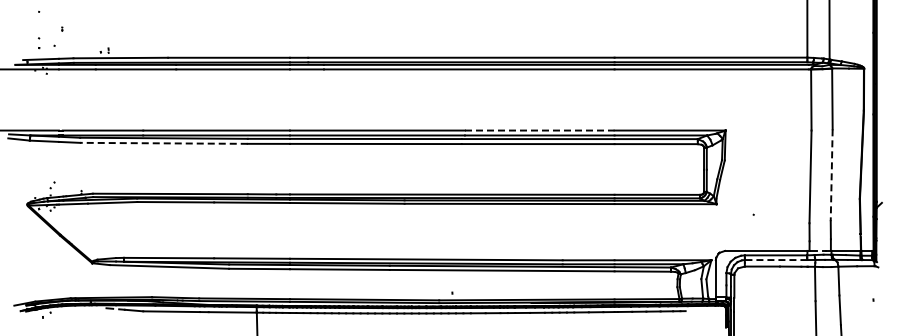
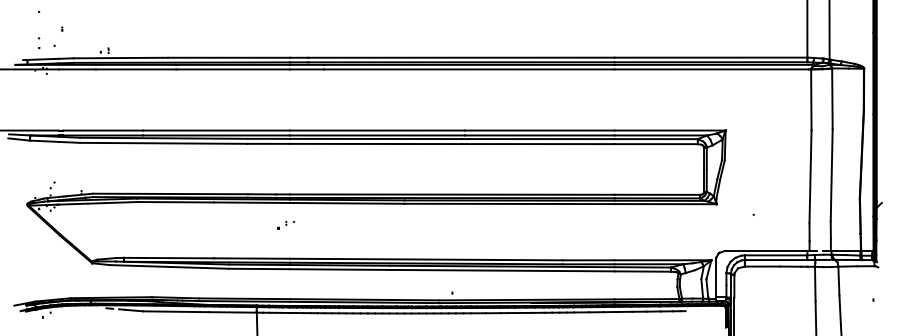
line at (539, 130): dashed -> solid
line at (163, 143): dashed -> solid
line at (831, 175): dashed -> solid
part at (286, 224): none -> present
line at (775, 260): dashed -> solid
